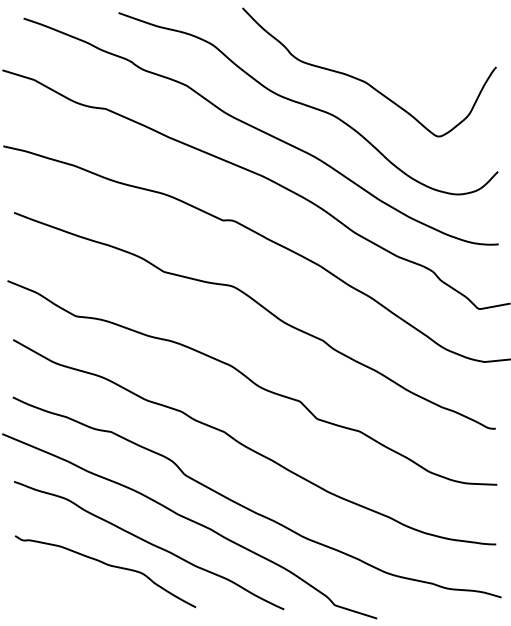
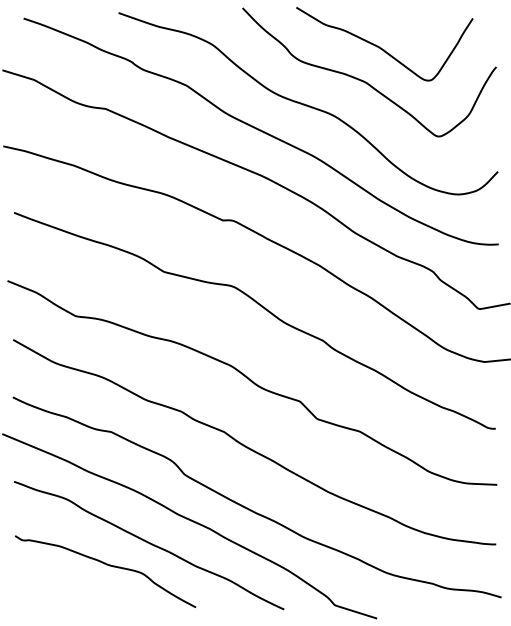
curve at (381, 47): none -> present
